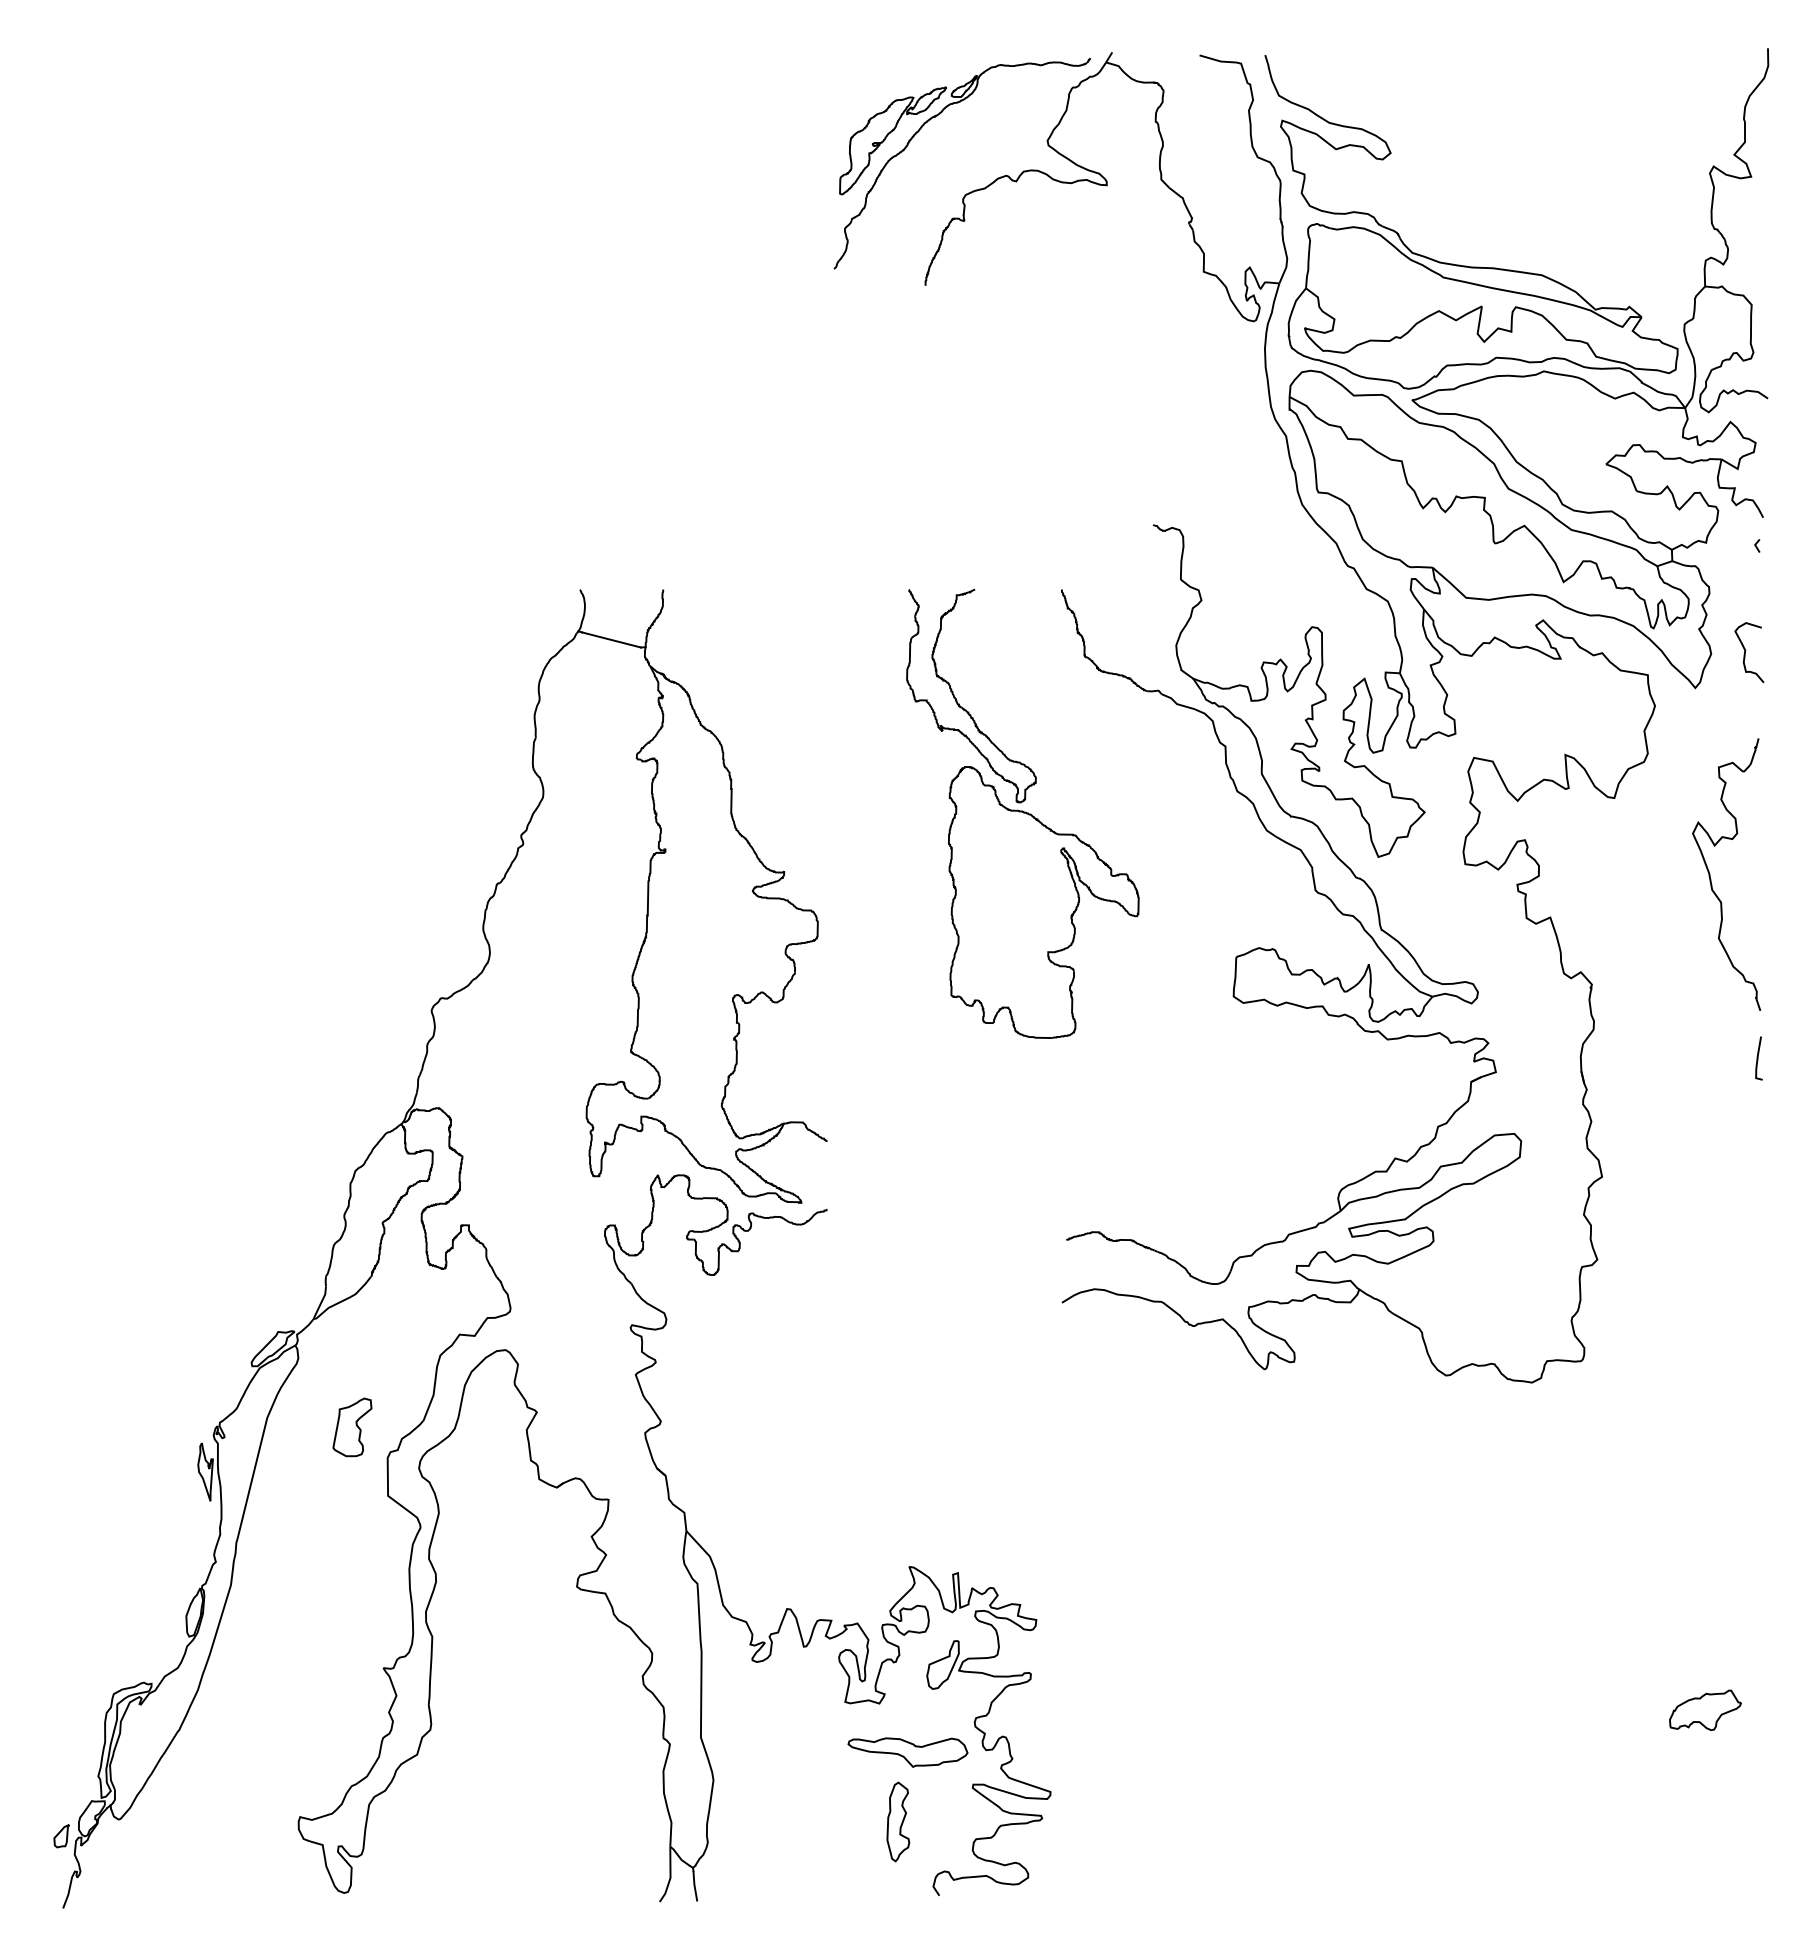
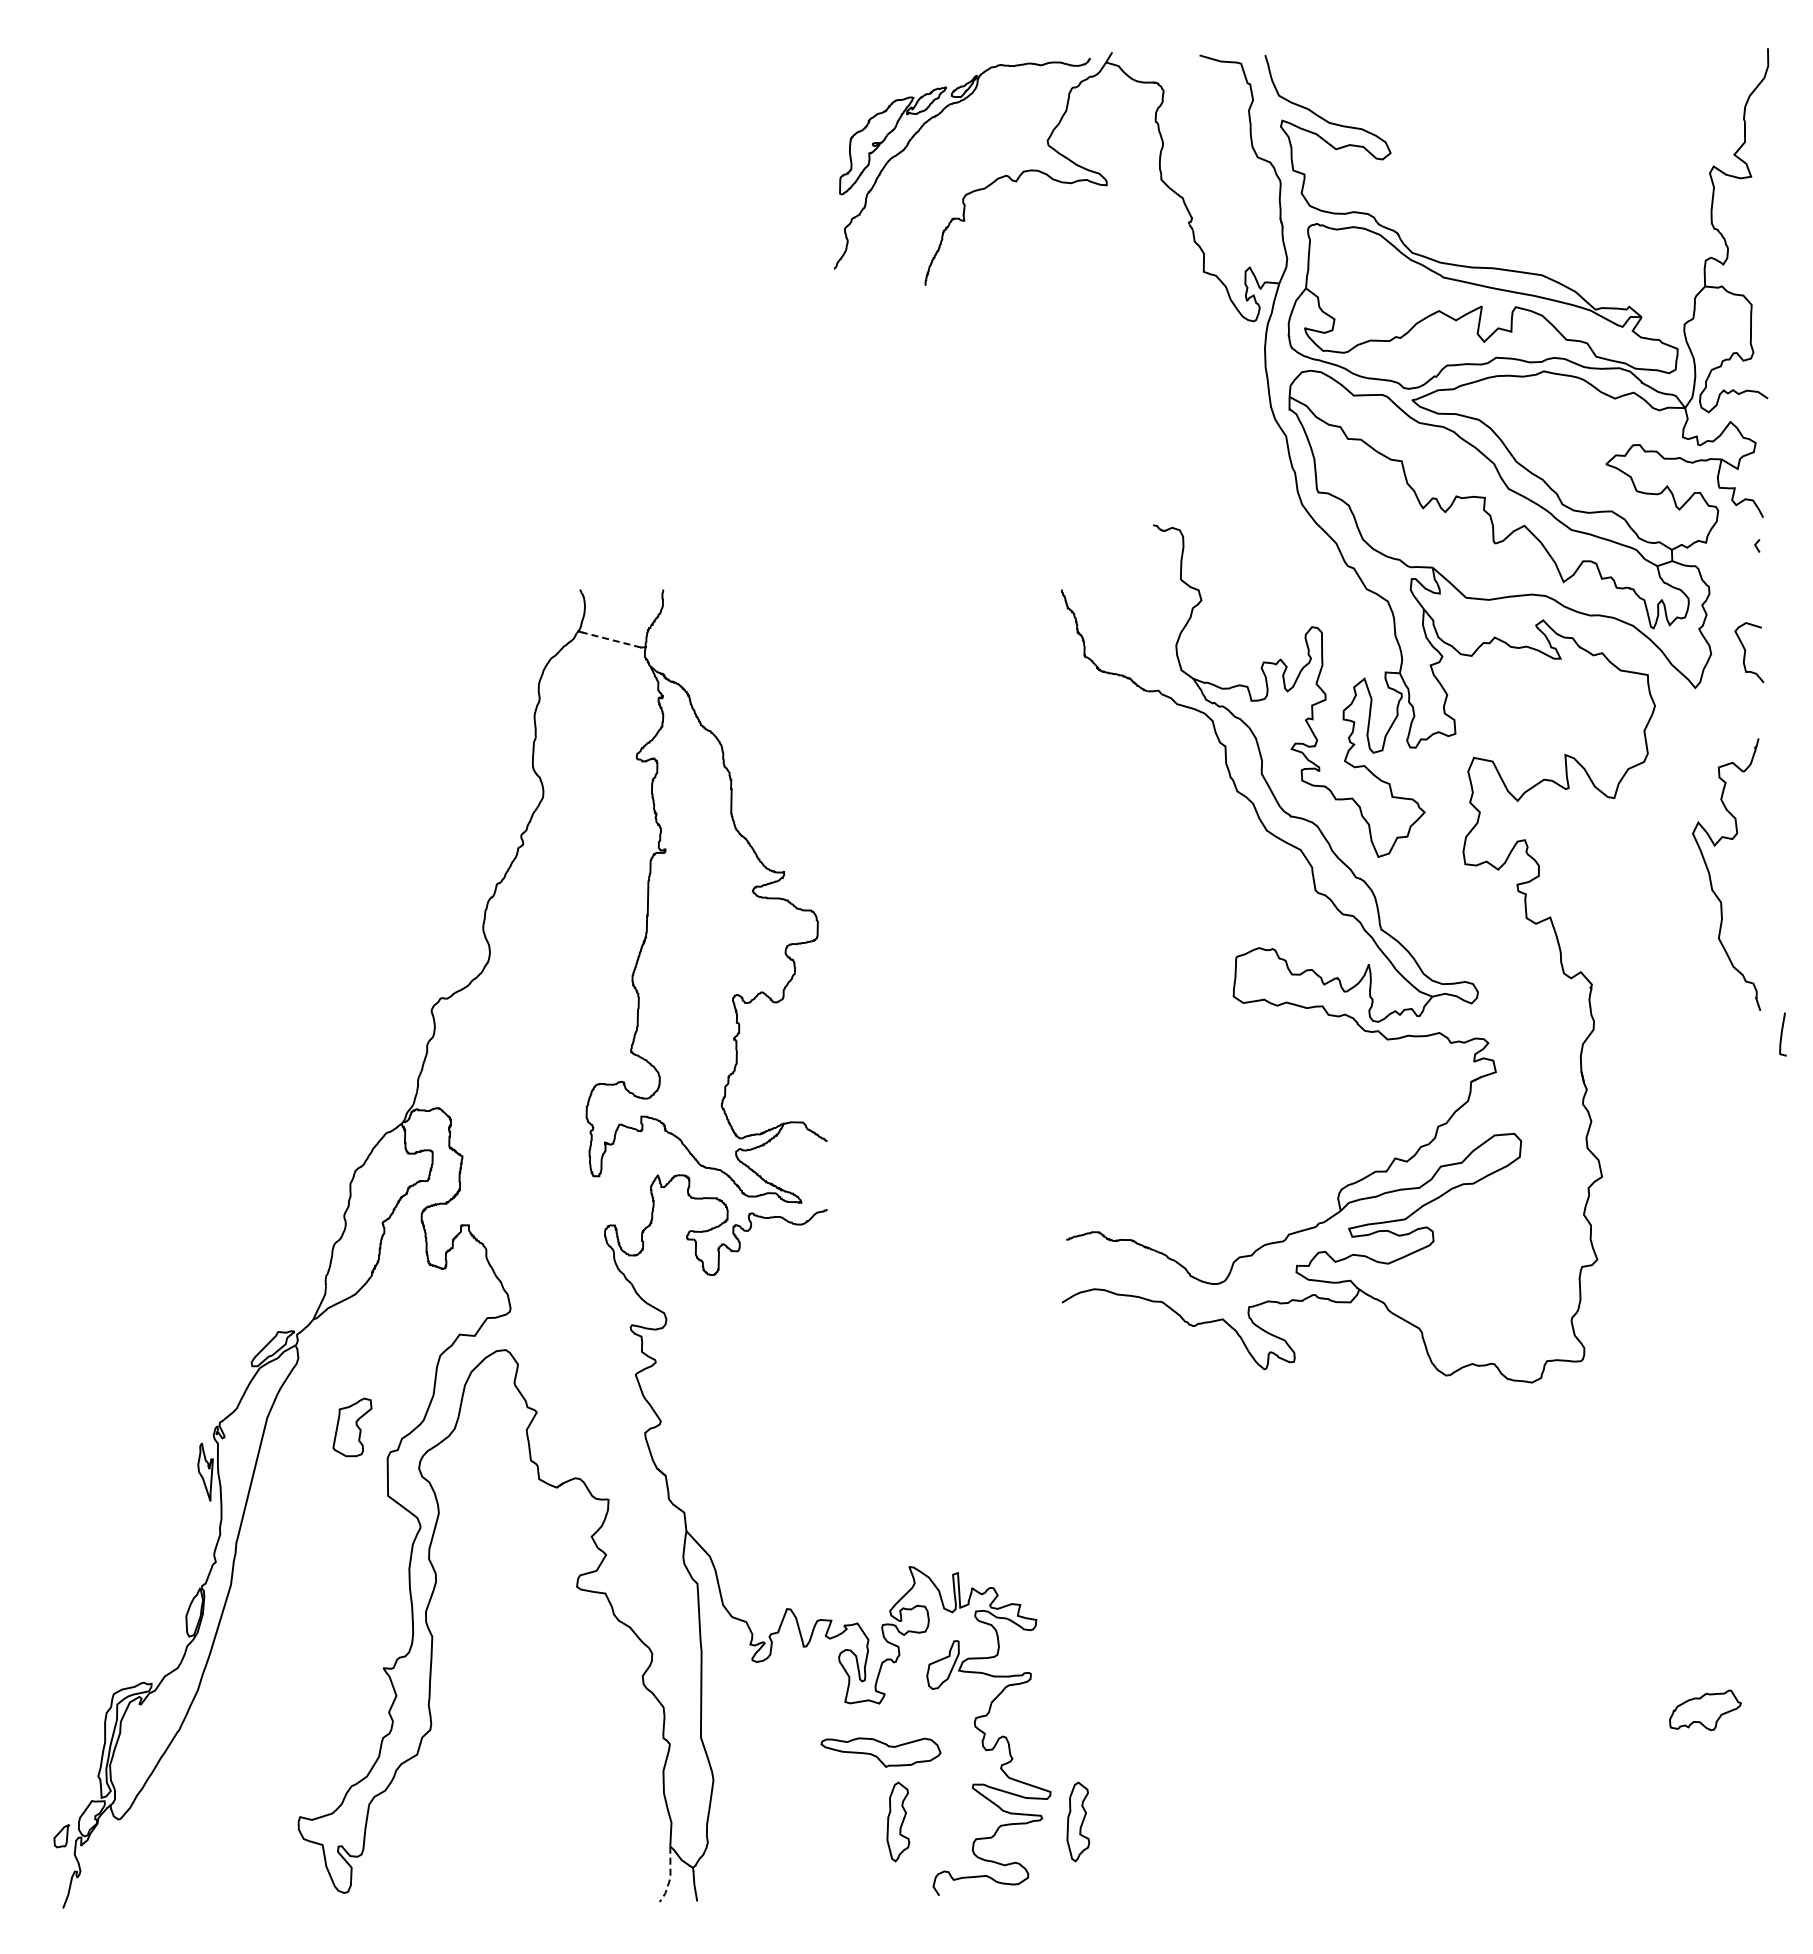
line at (611, 639): solid -> dashed
part at (1022, 813): present -> none
line at (1758, 1058) position: (1758, 1058) -> (1782, 1034)
part at (907, 1752) position: (907, 1752) -> (880, 1752)
part at (1078, 1821): none -> present
line at (670, 1876): solid -> dashed
